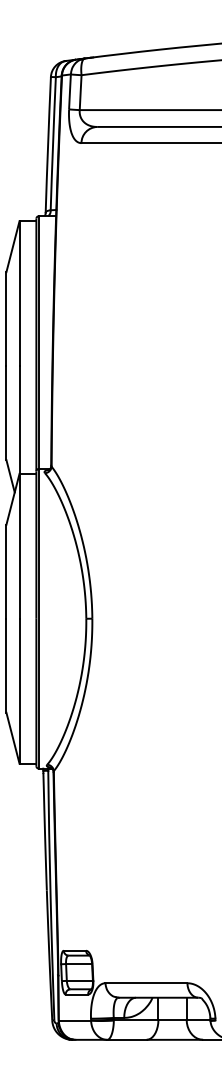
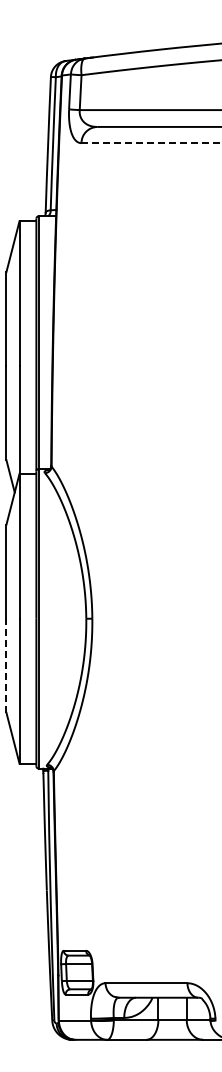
line at (151, 143): solid -> dashed
line at (6, 665): solid -> dashed
